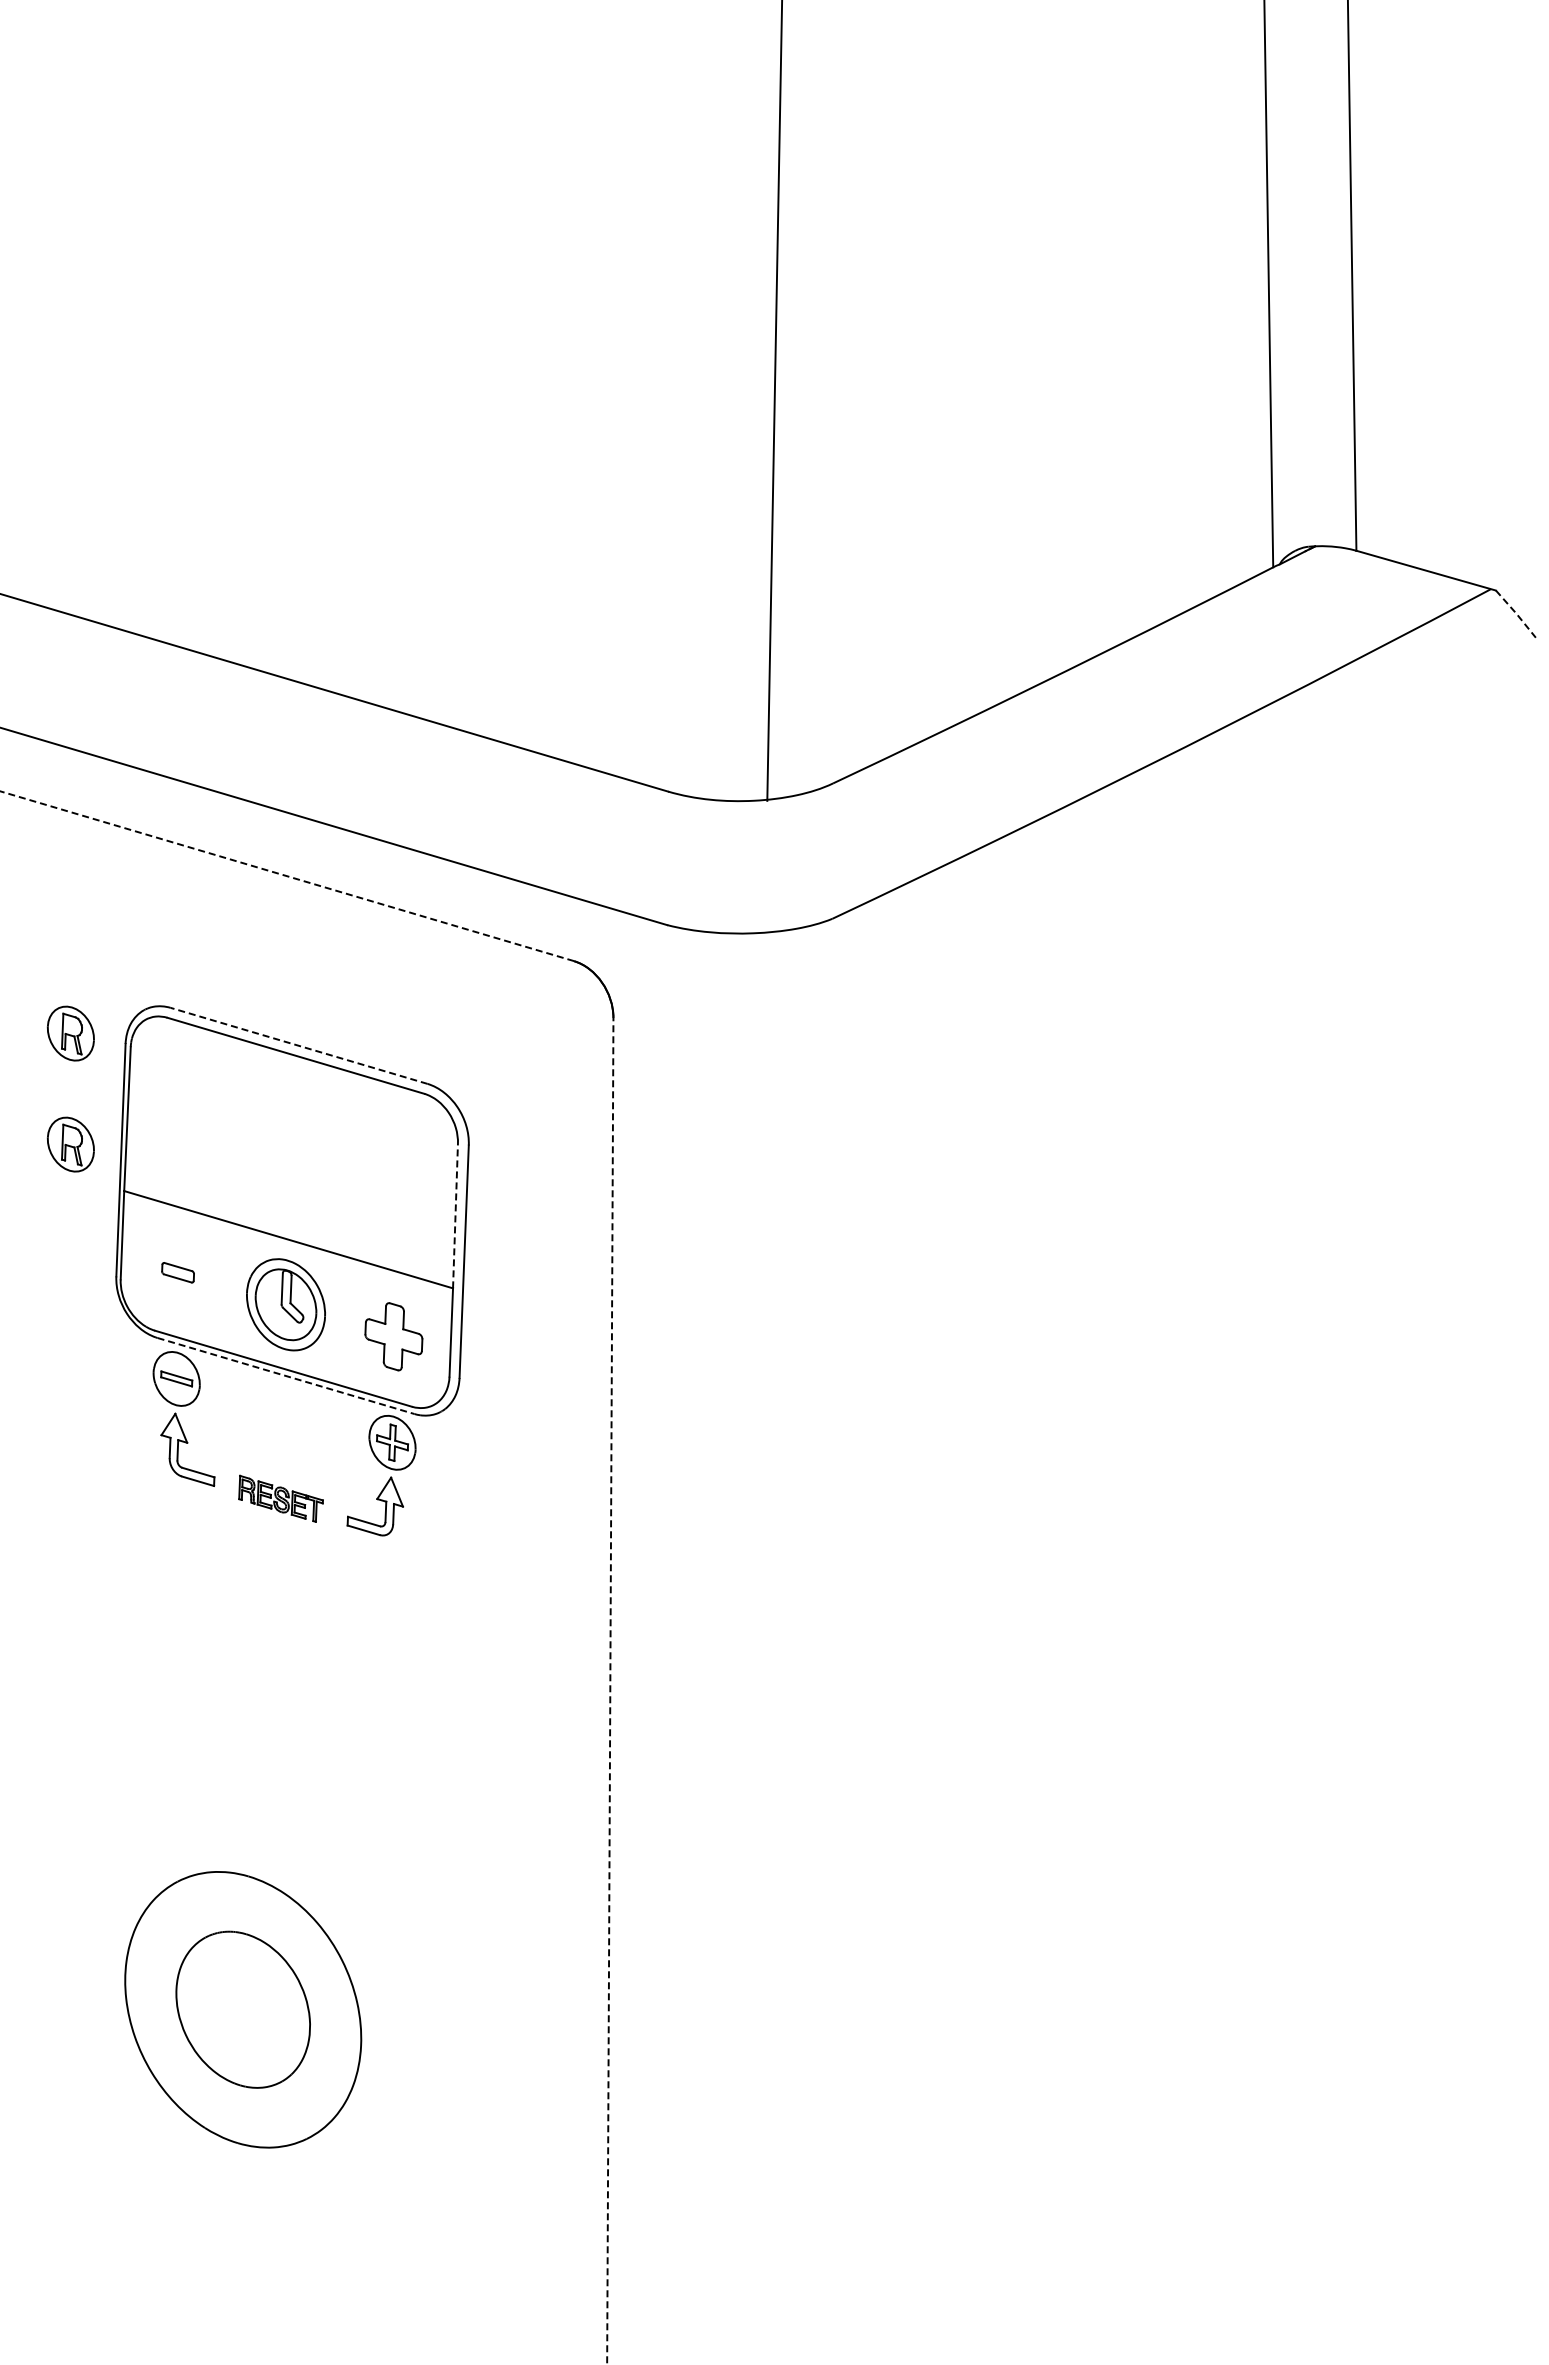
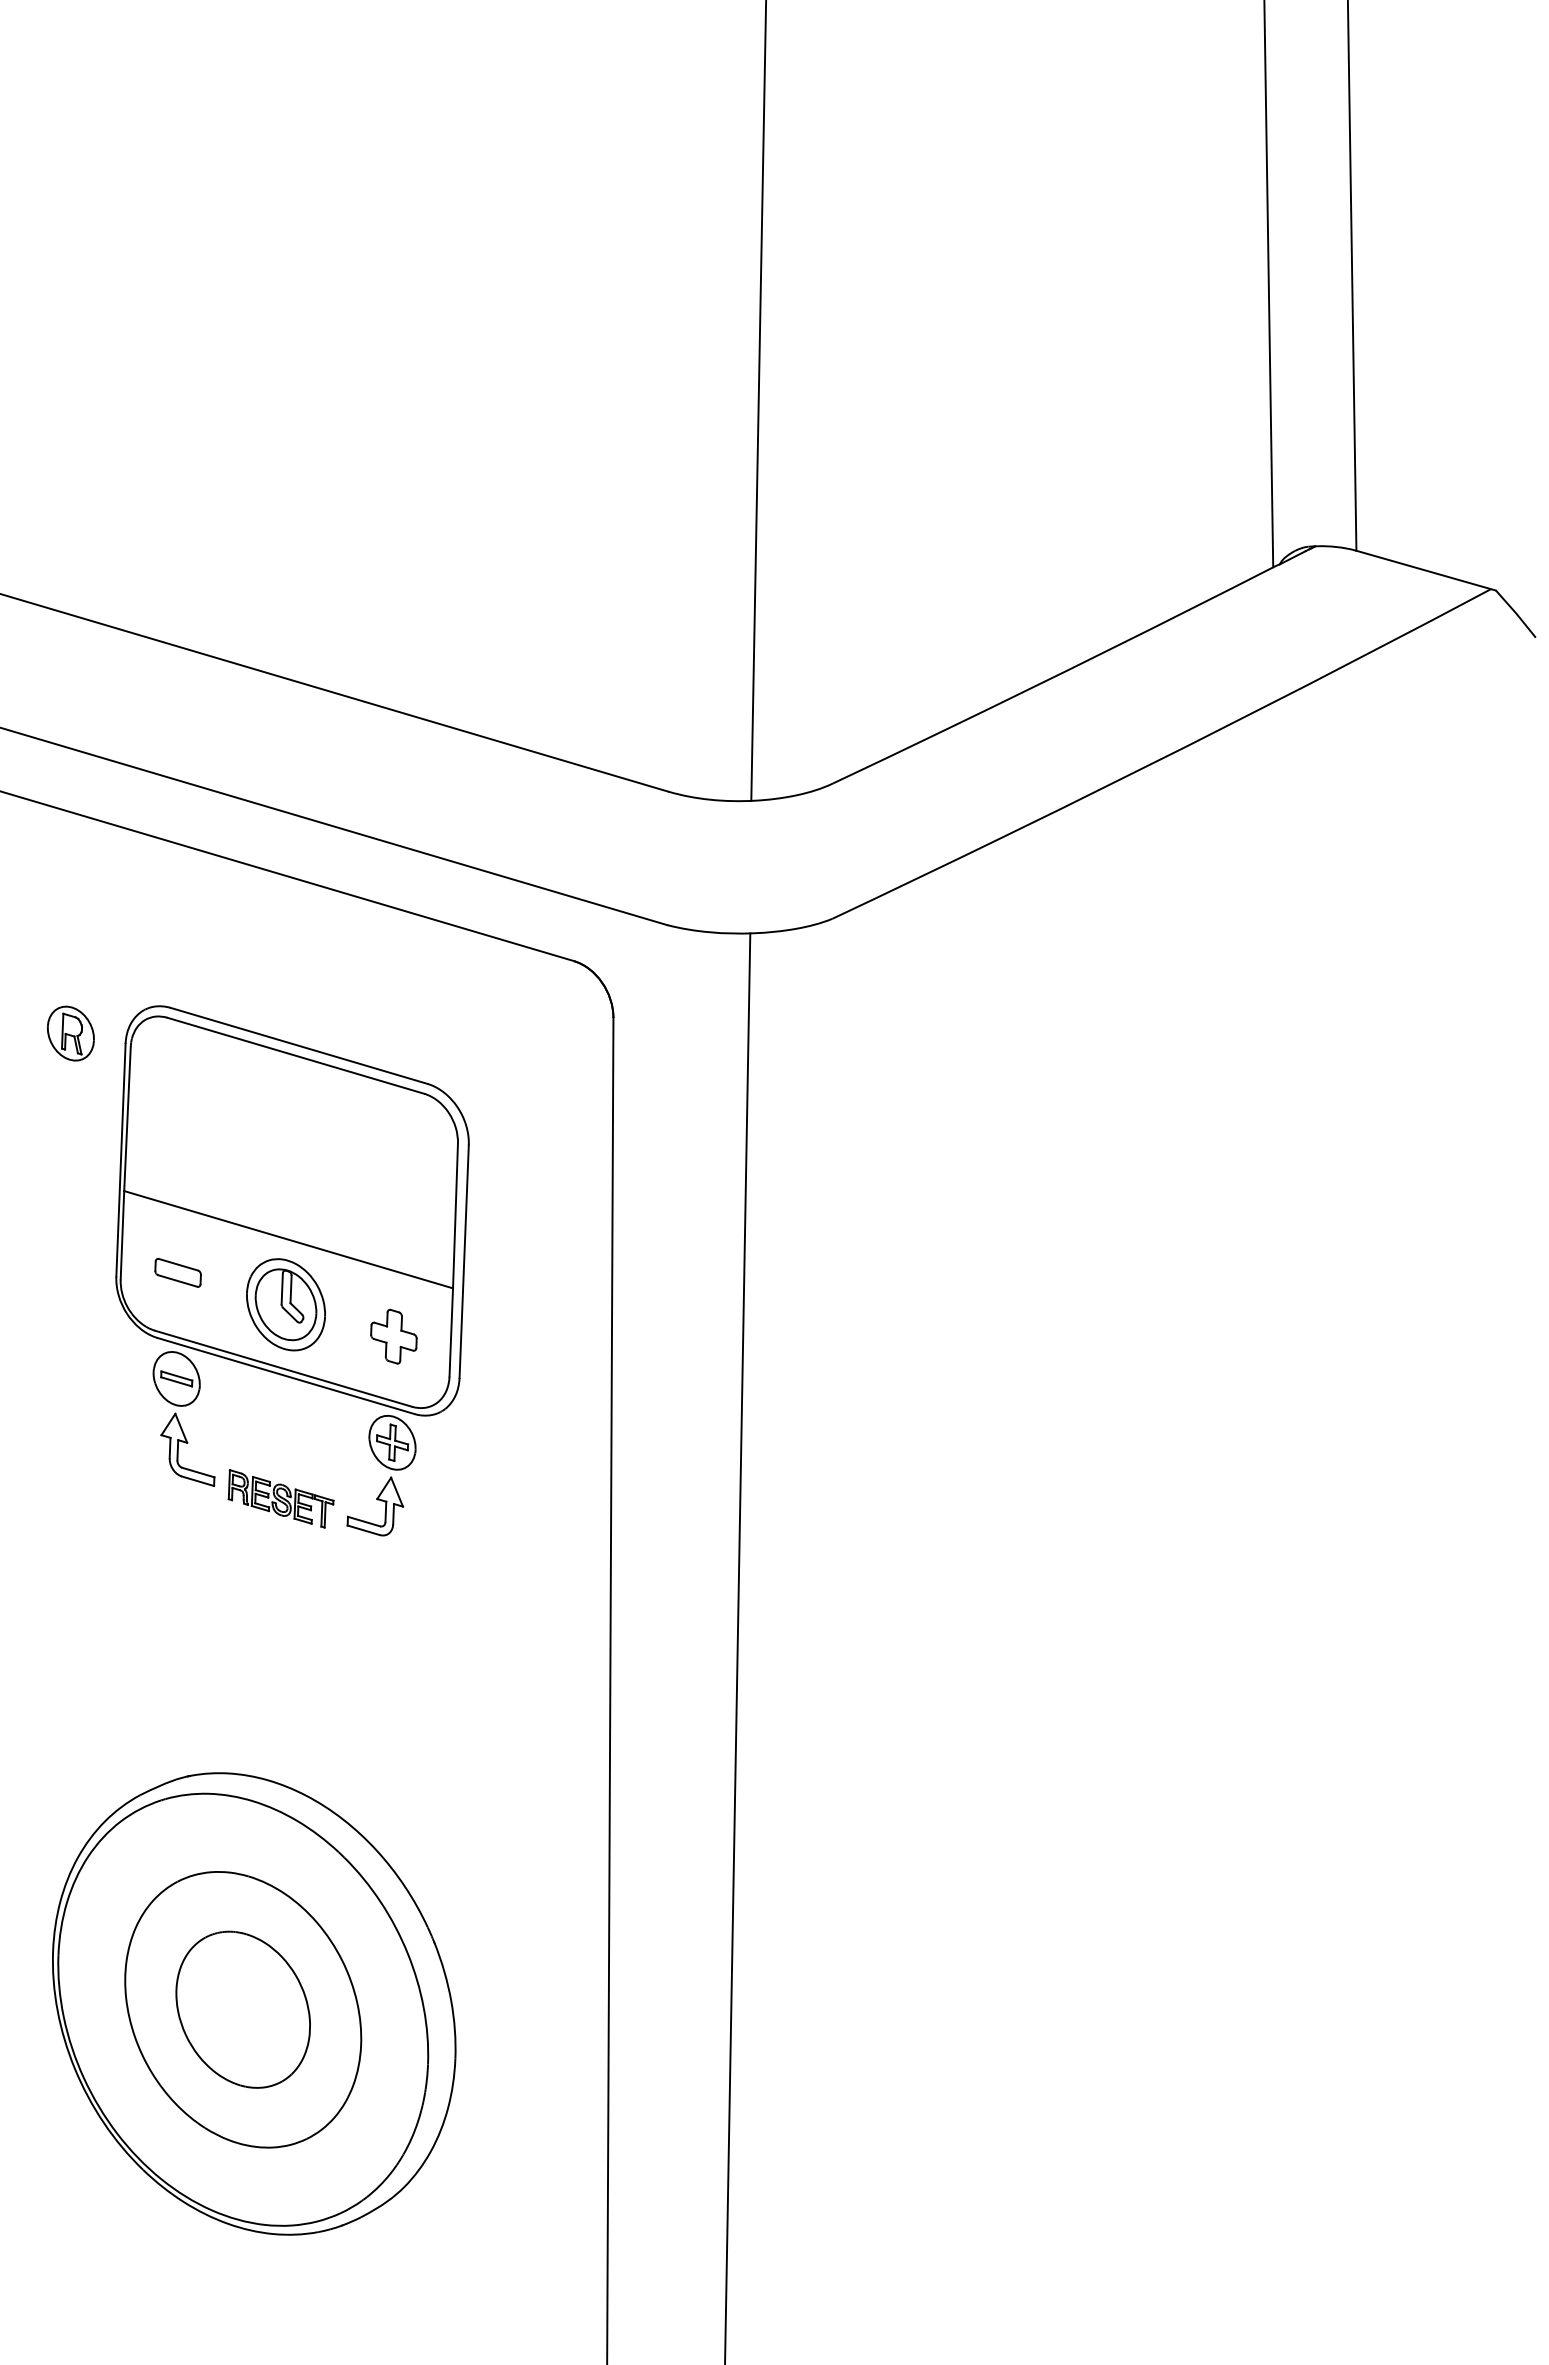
line at (774, 401) position: (774, 401) -> (758, 401)
line at (1516, 613): dashed -> solid
line at (287, 876): dashed -> solid
line at (299, 1045): dashed -> solid
part at (70, 1144): present -> none
line at (455, 1215): dashed -> solid
part at (177, 1272) size: 34x22 px -> 48x31 px
part at (393, 1336) size: 60x70 px -> 48x57 px
line at (286, 1376): dashed -> solid
part at (280, 1498) size: 86x49 px -> 108x60 px
line at (737, 1647): none -> present
line at (610, 1690): dashed -> solid
part at (254, 2003): none -> present
